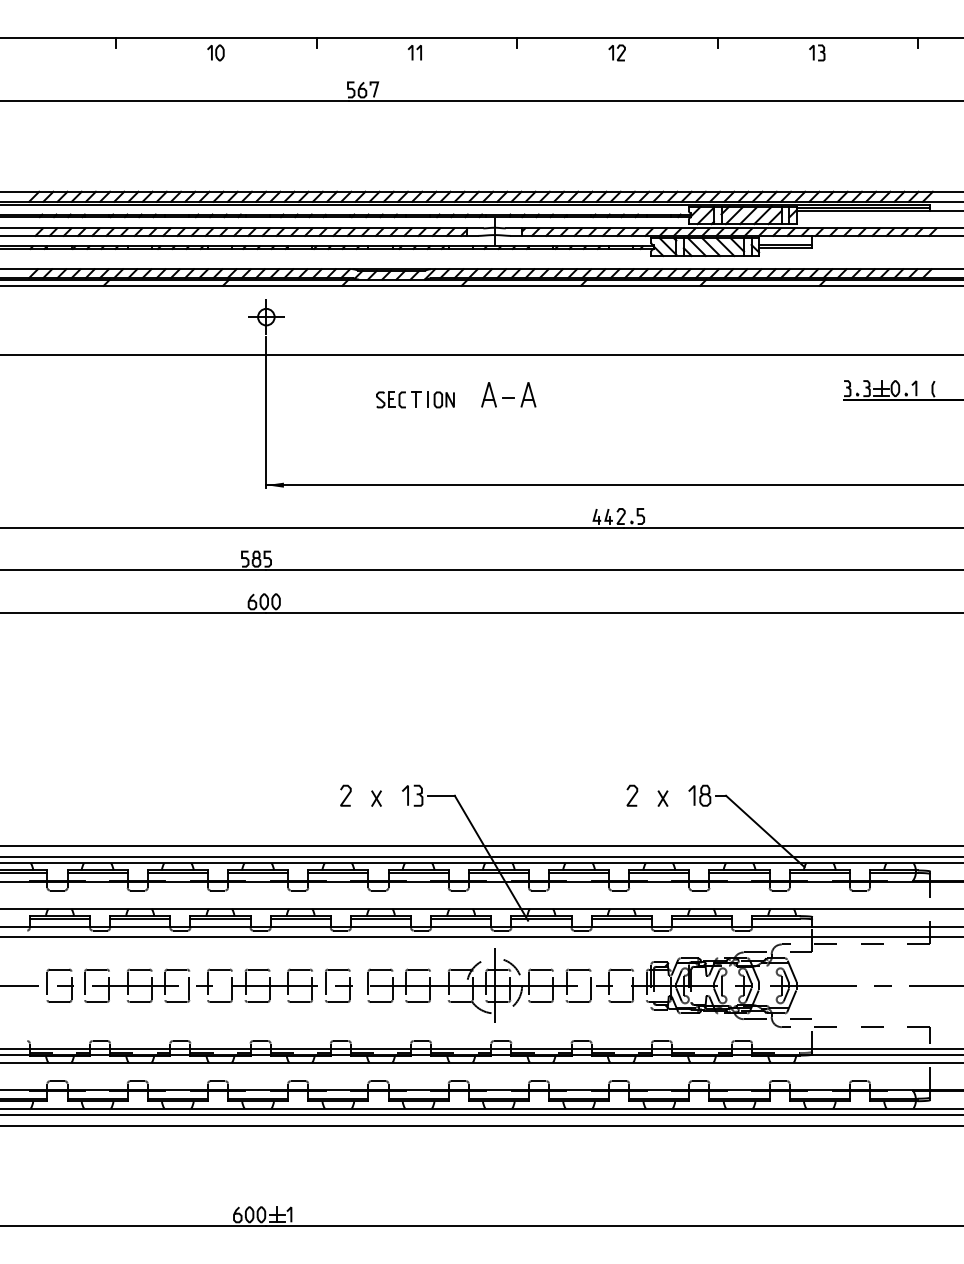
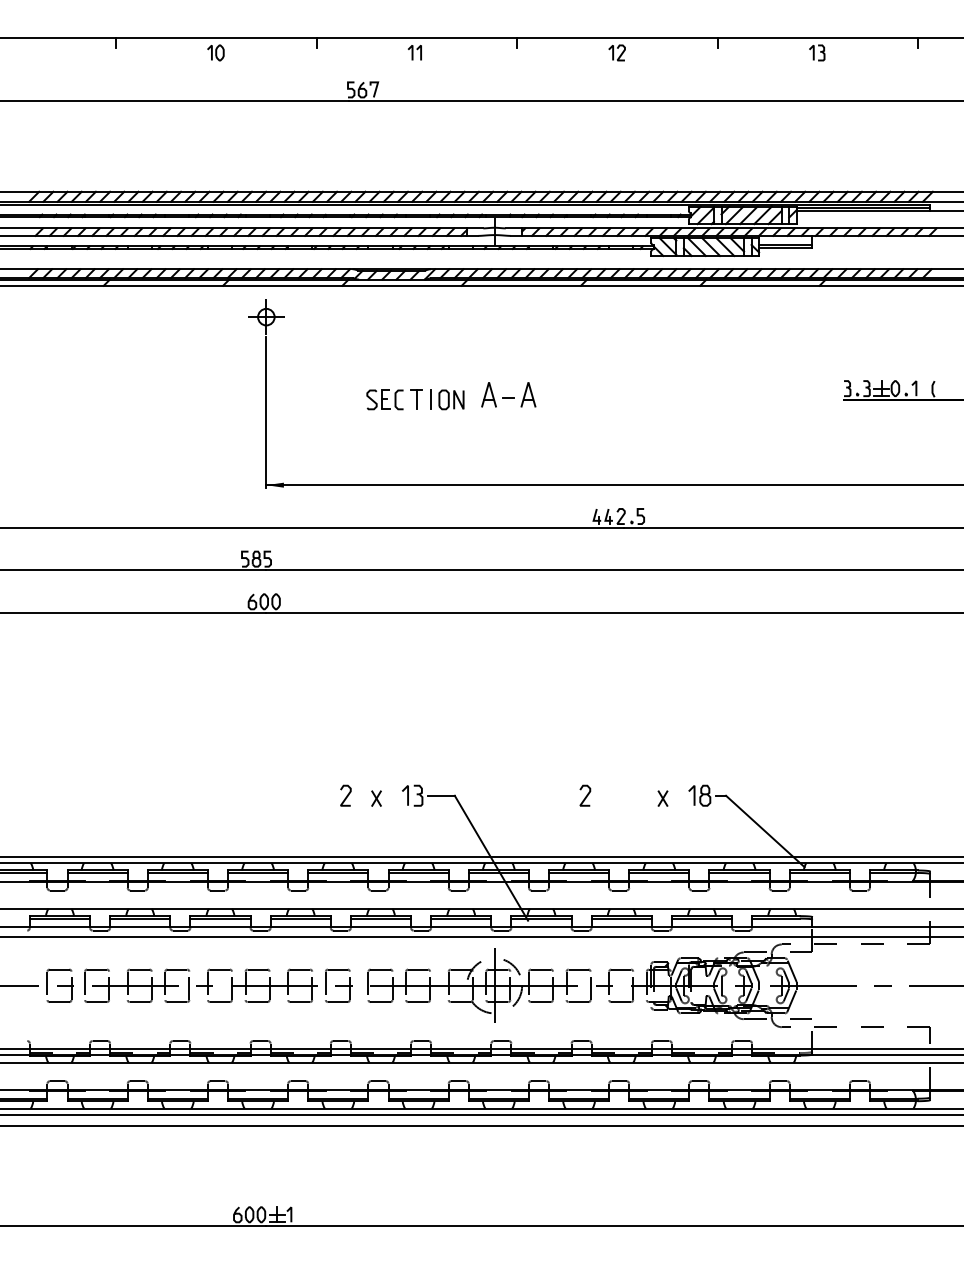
line at (481, 354): present -> none
part at (415, 399) size: 79x18 px -> 99x22 px
curve at (633, 795) position: (633, 795) -> (586, 795)
line at (481, 845): present -> none
